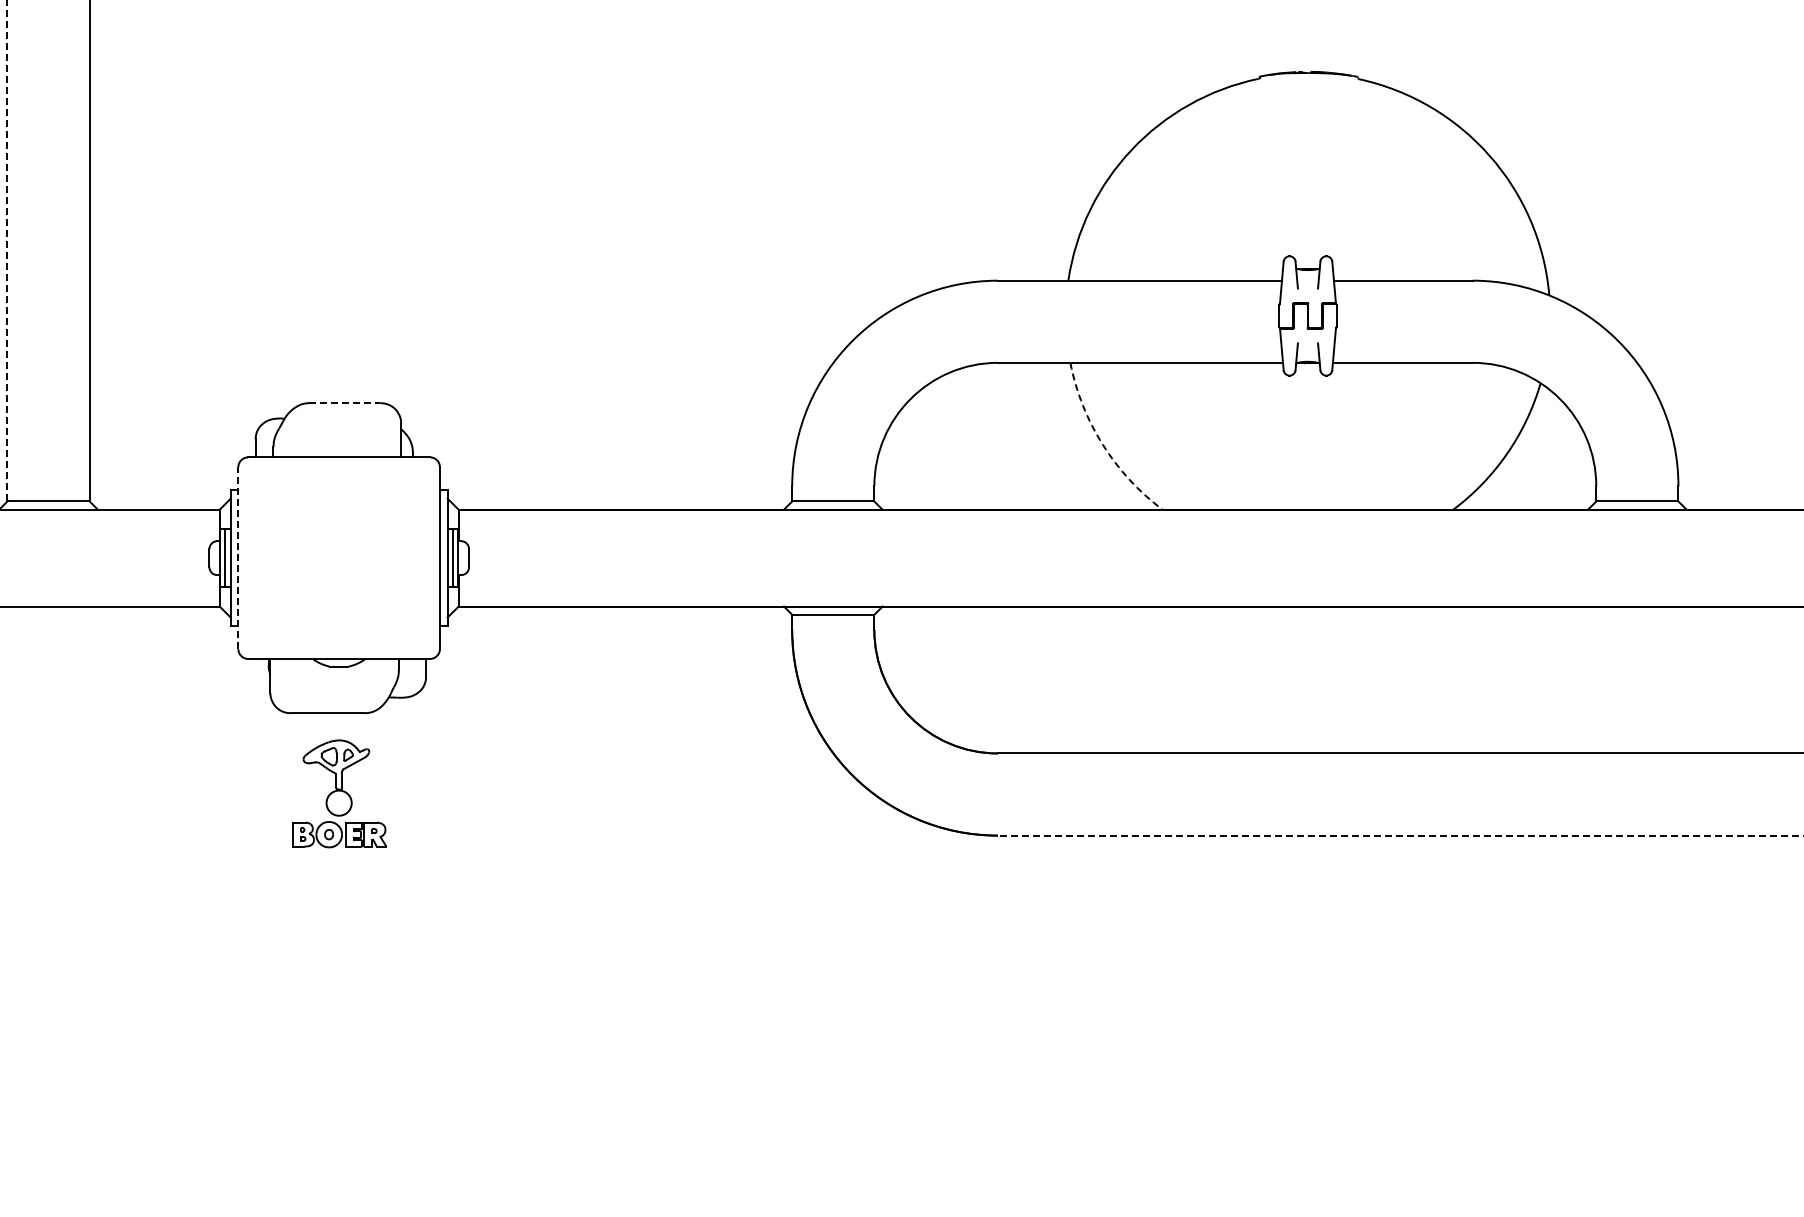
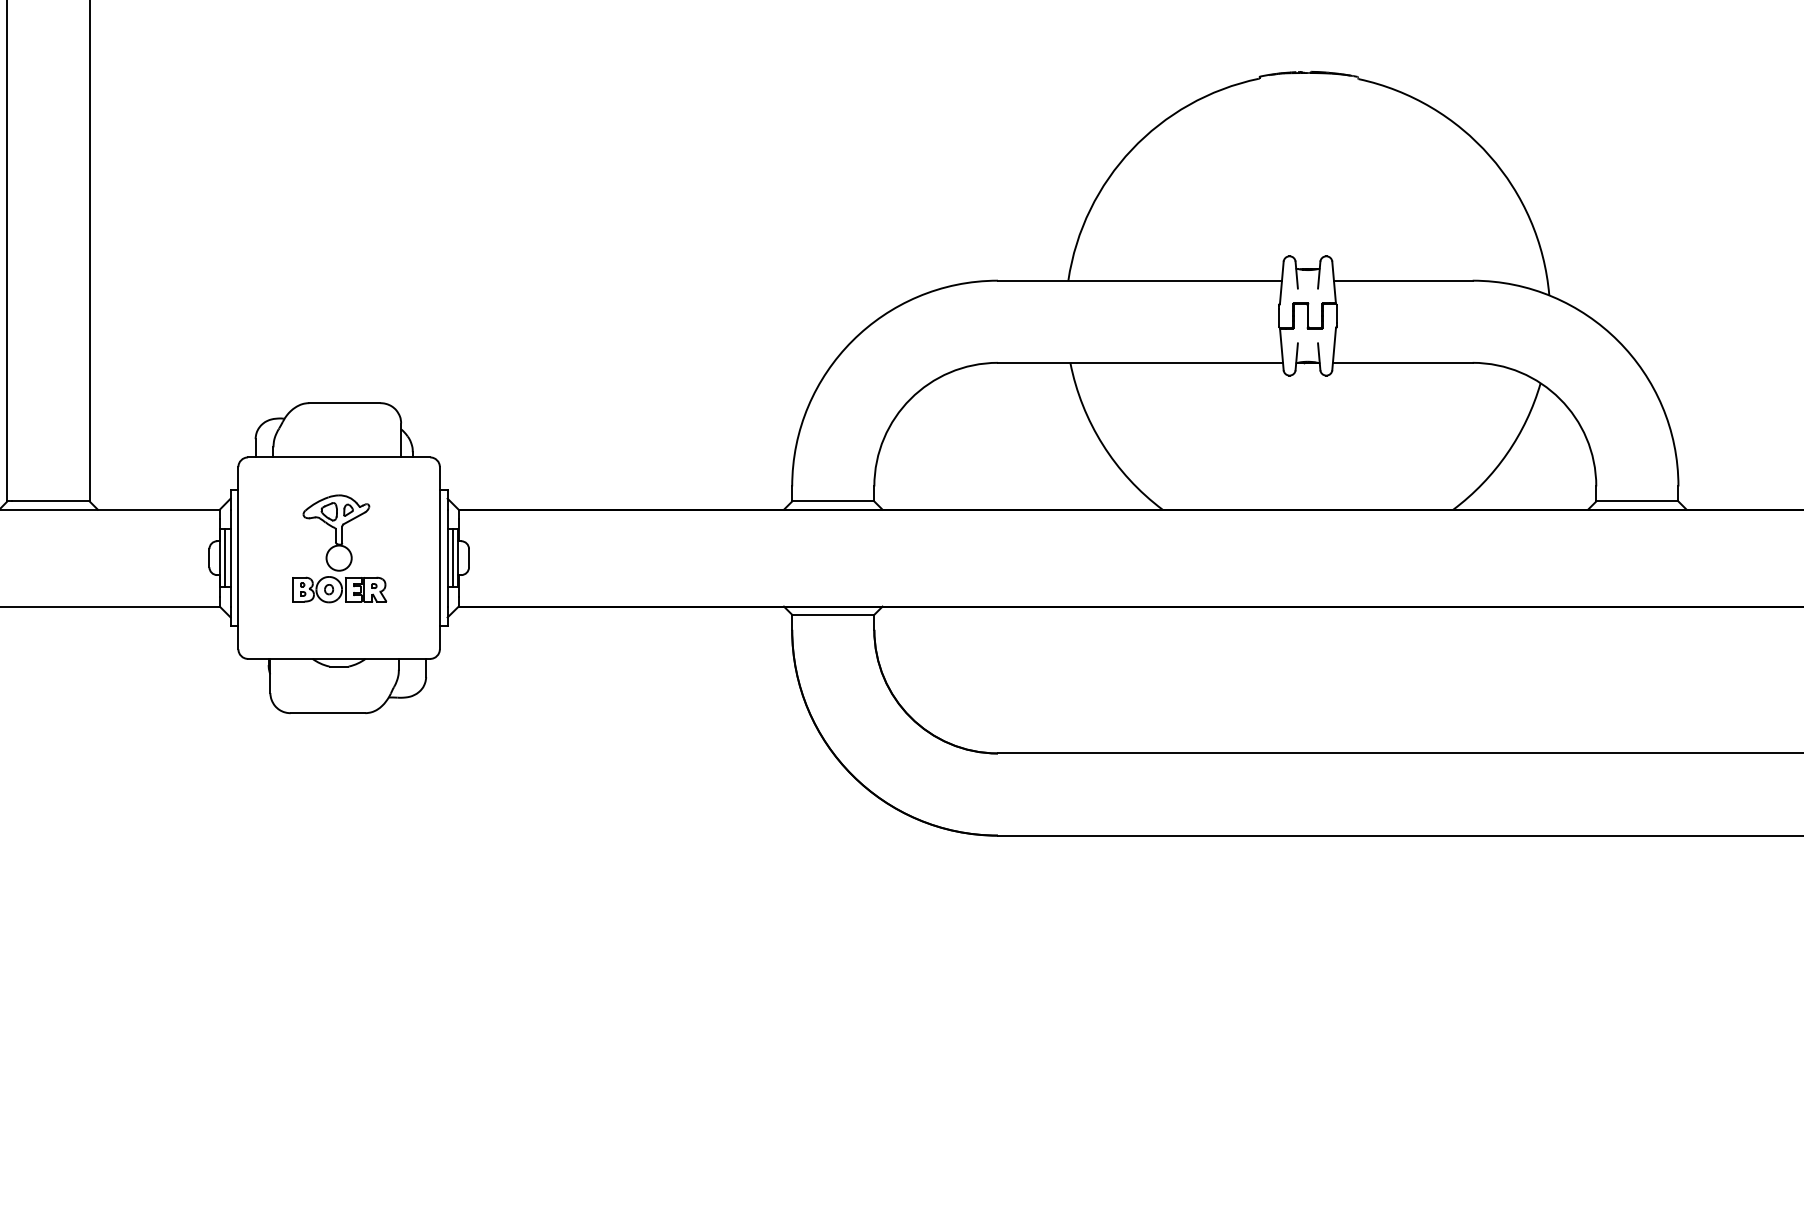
line at (7, 250): dashed -> solid
line at (345, 403): dashed -> solid
arc at (1102, 444): dashed -> solid
line at (238, 557): dashed -> solid
part at (339, 793) position: (339, 793) -> (339, 548)
line at (1400, 835): dashed -> solid
